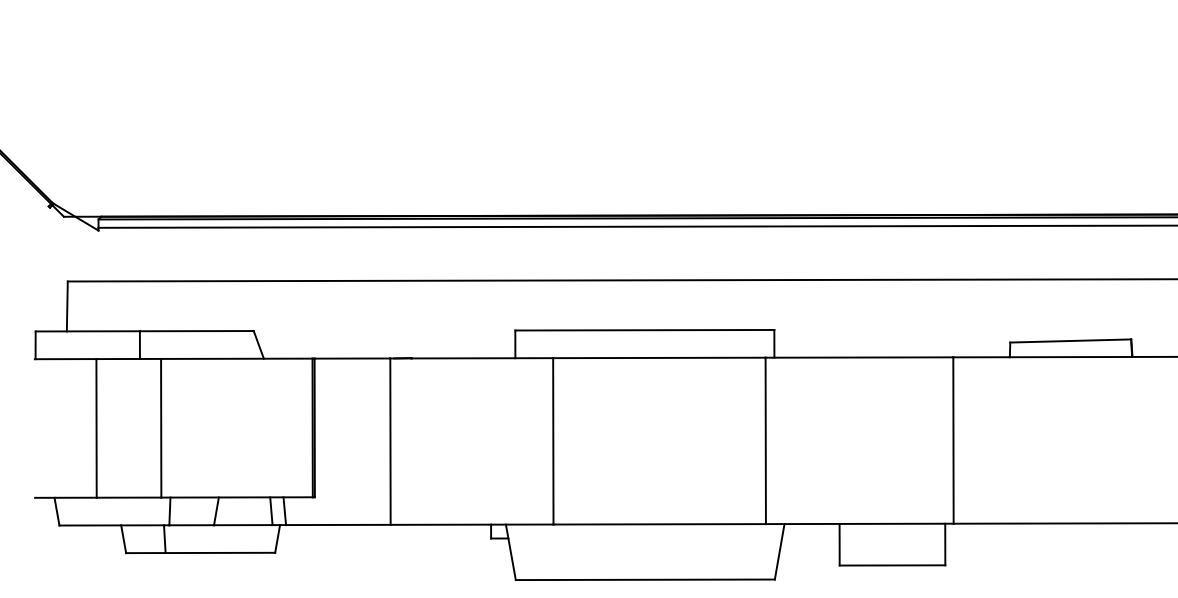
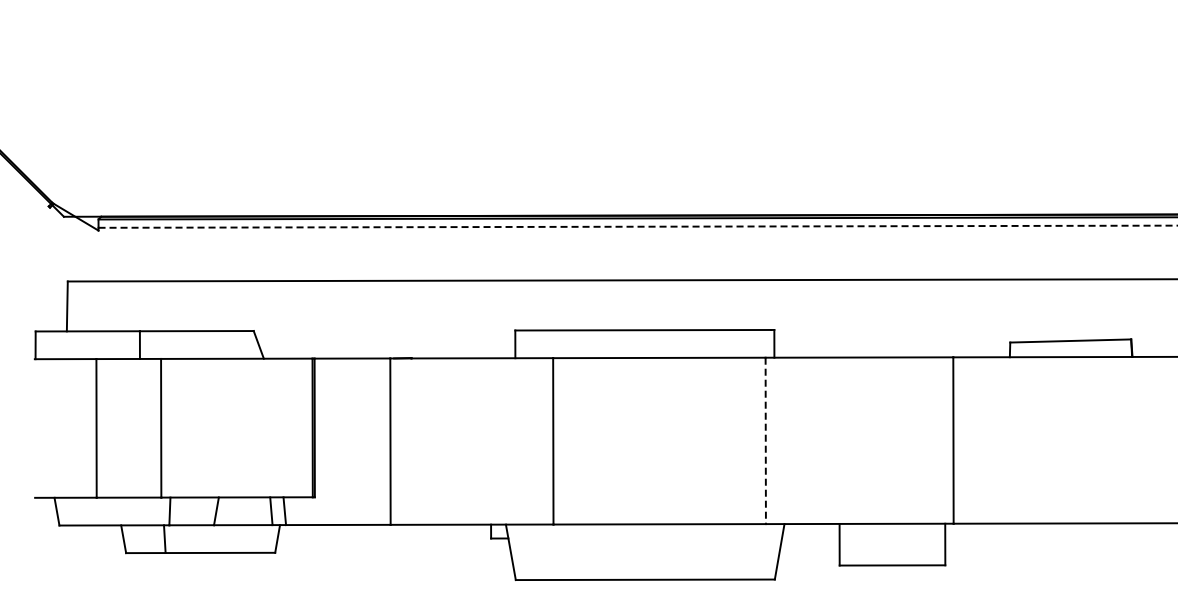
line at (638, 226): solid -> dashed
line at (765, 441): solid -> dashed
